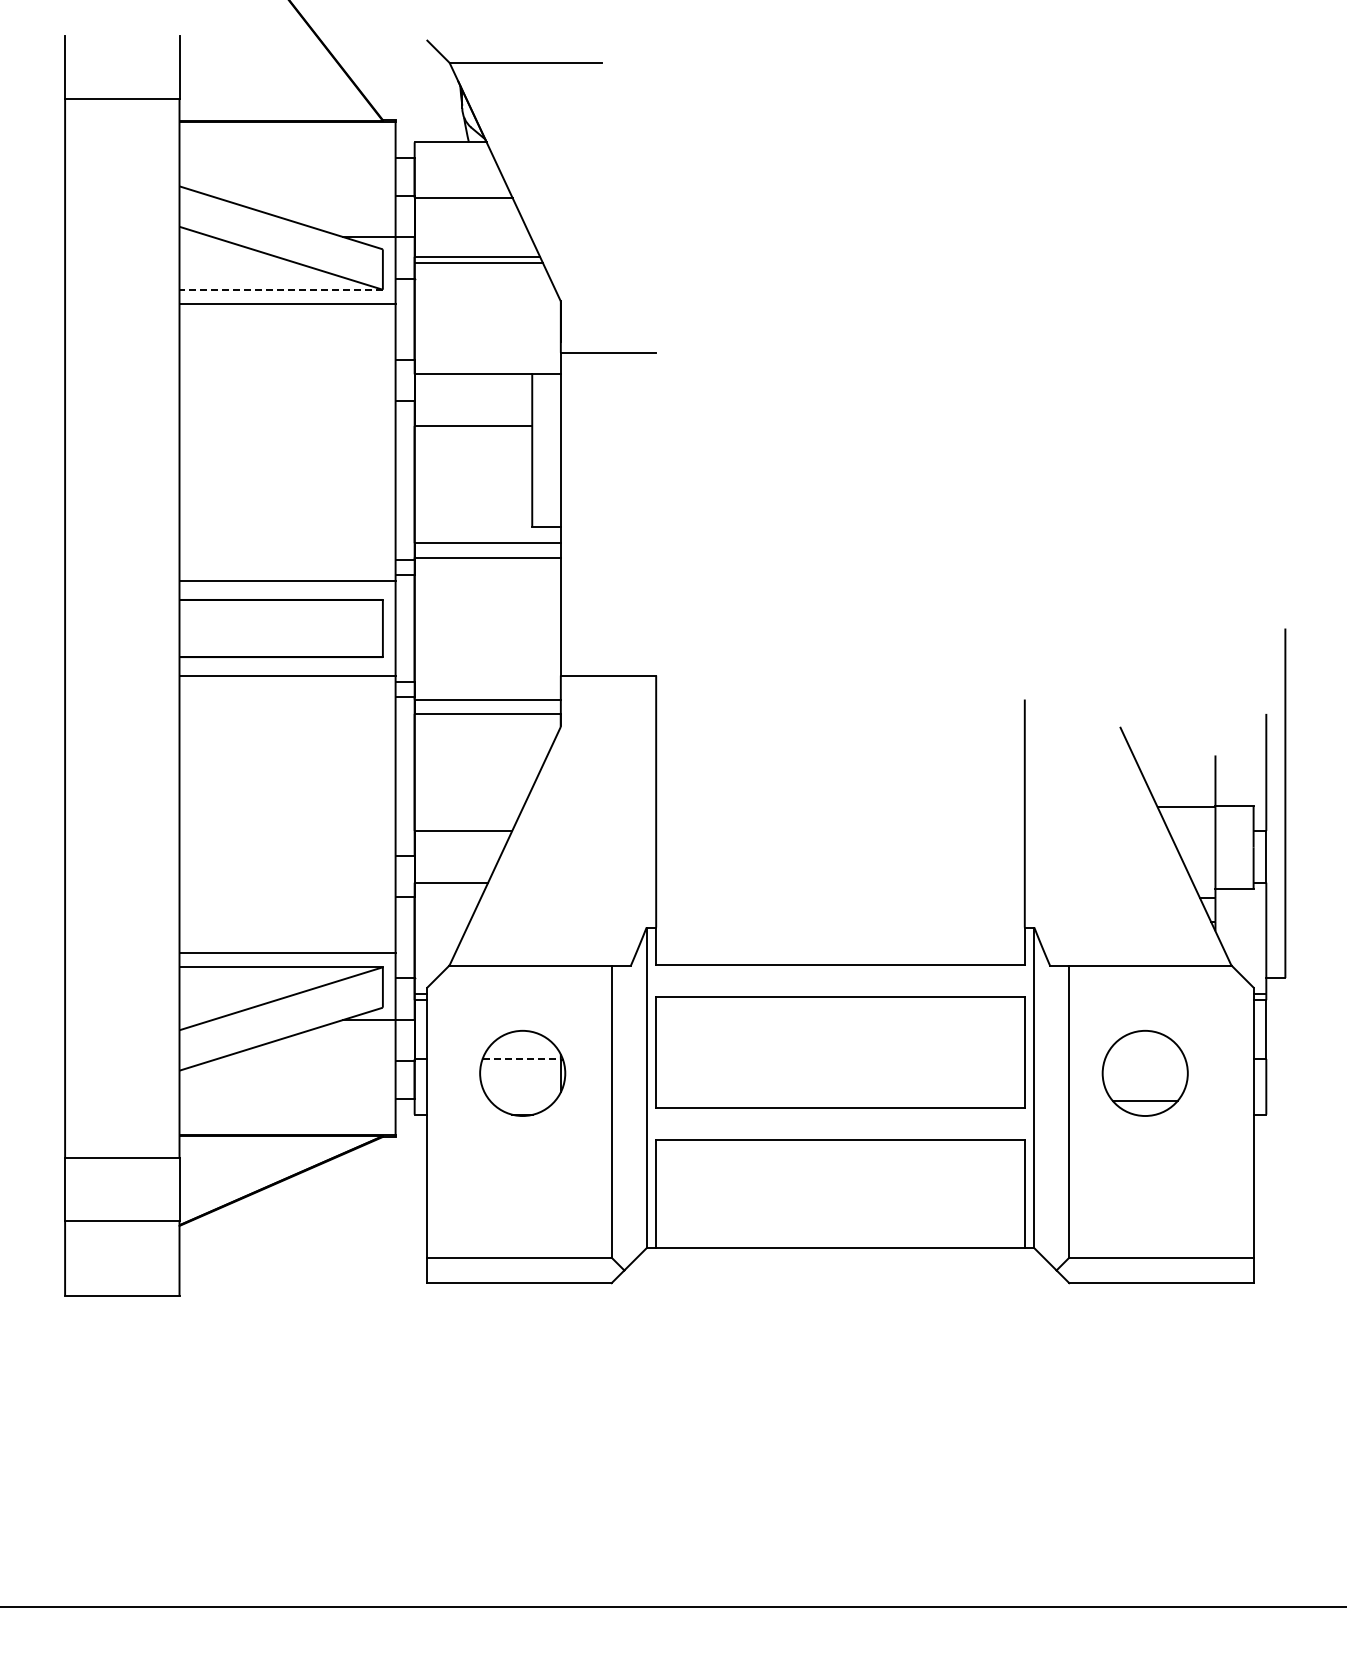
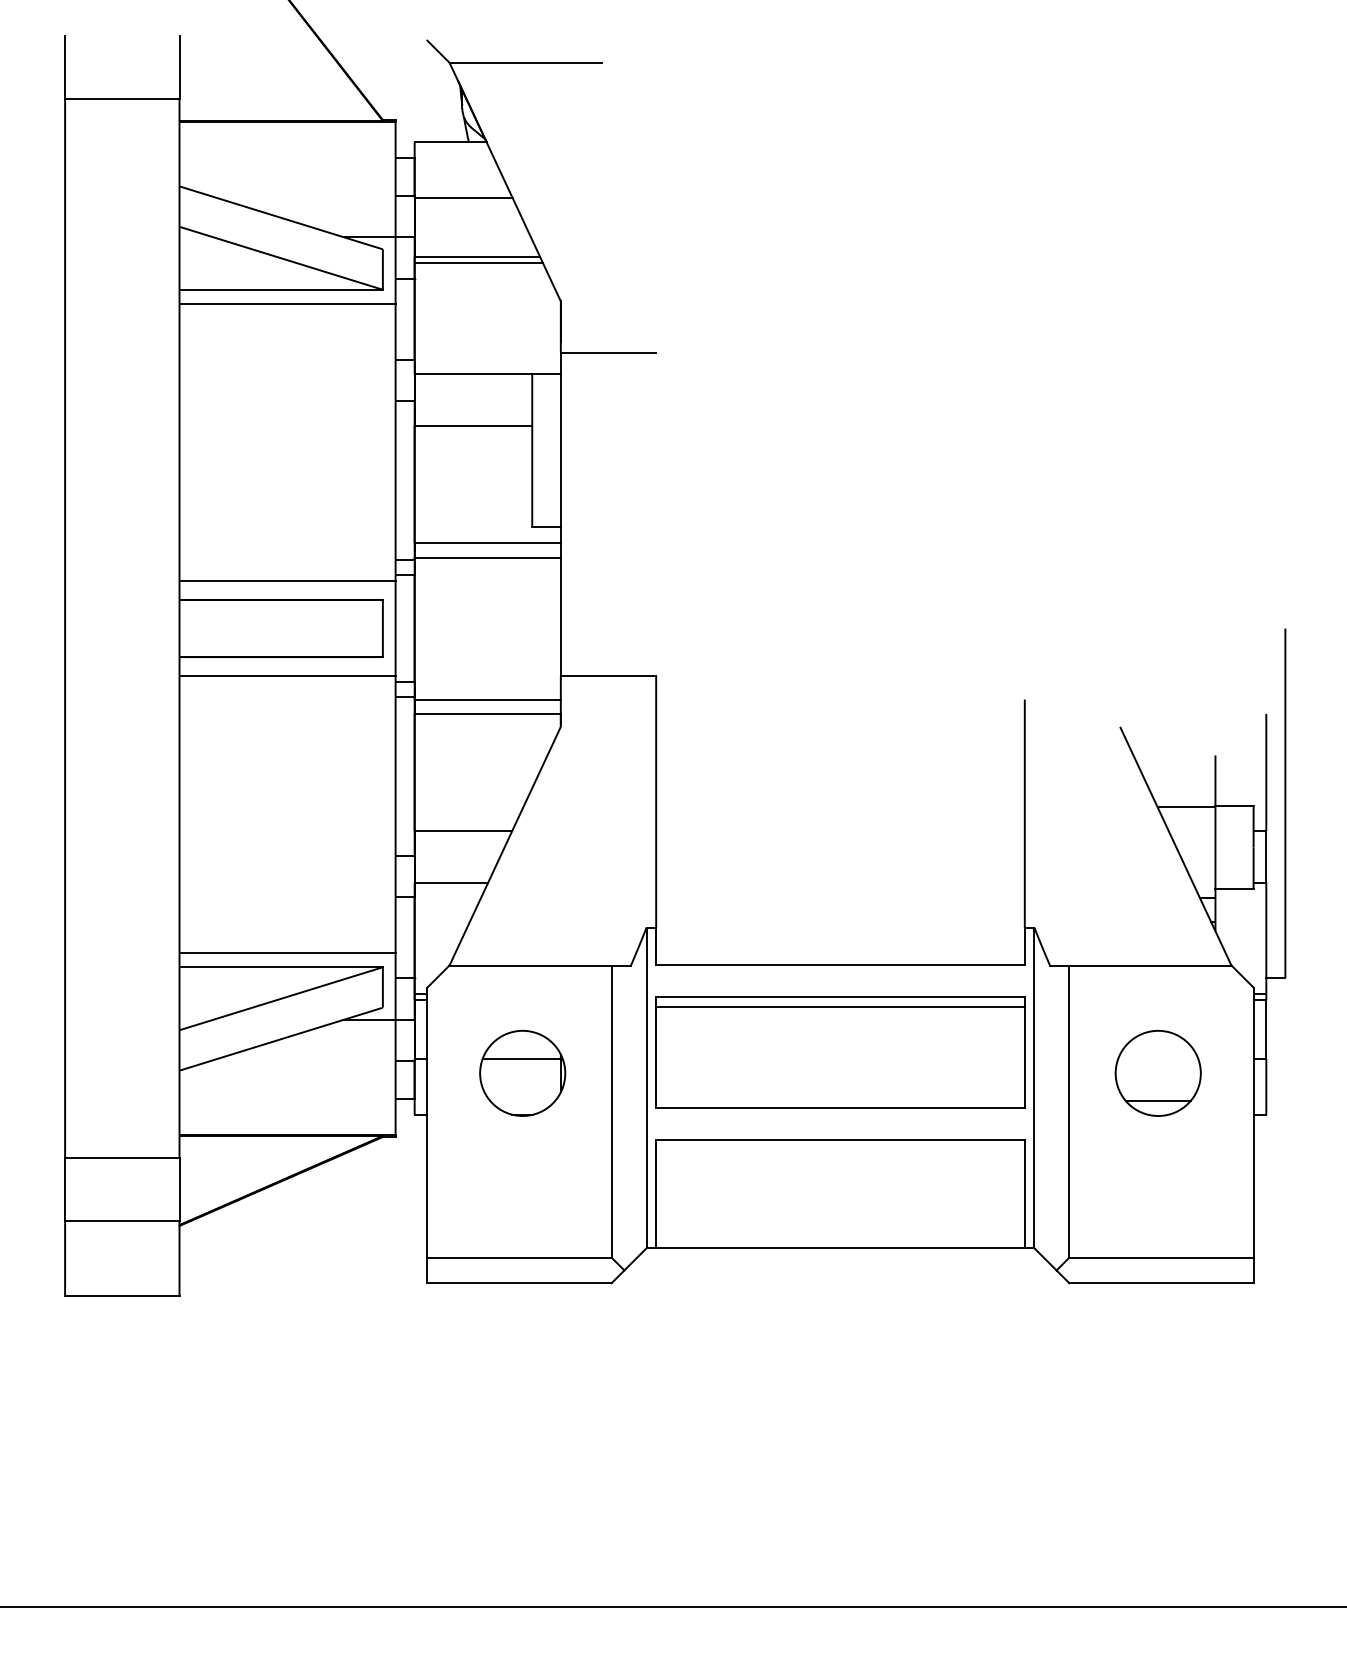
line at (281, 289): dashed -> solid
line at (840, 1006): none -> present
line at (522, 1058): dashed -> solid
part at (1144, 1073) position: (1144, 1073) -> (1157, 1073)
